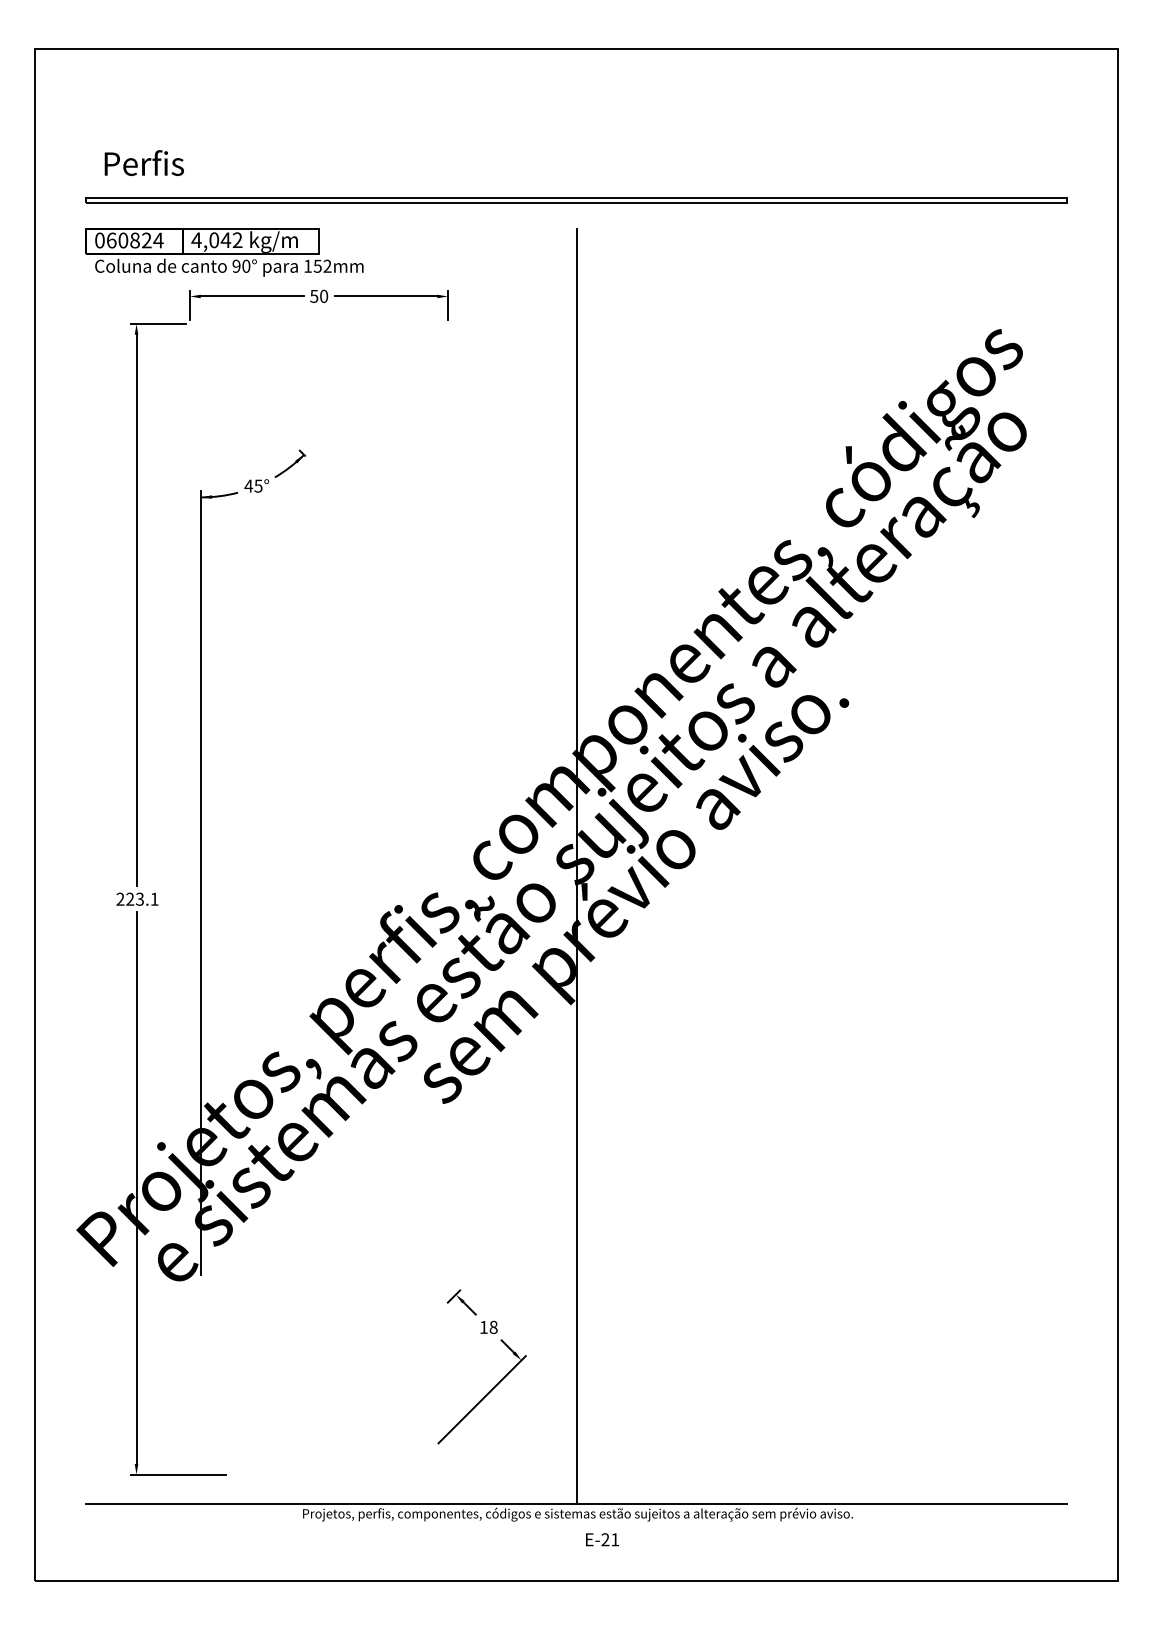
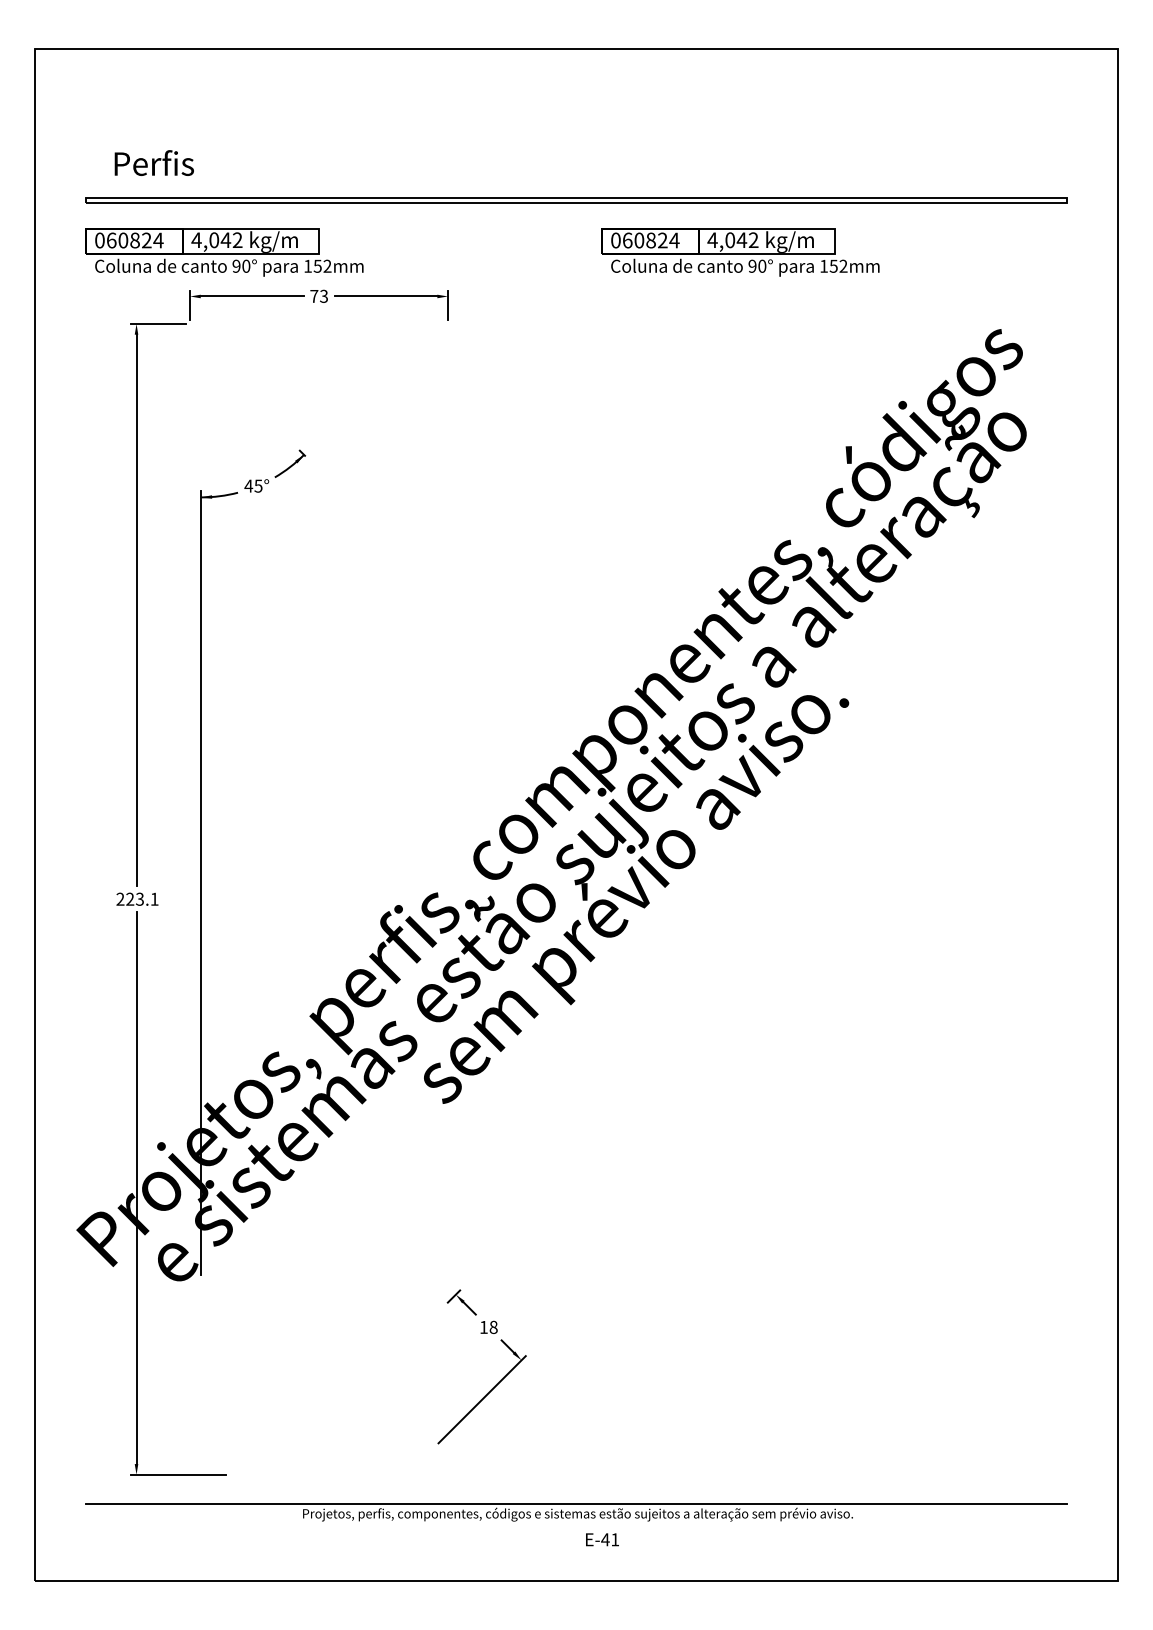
text at (143, 162) position: (143, 162) -> (153, 162)
part at (740, 252): none -> present
text at (319, 296): 50 -> 73
line at (576, 866): present -> none
text at (605, 1539): E-21 -> E-41
